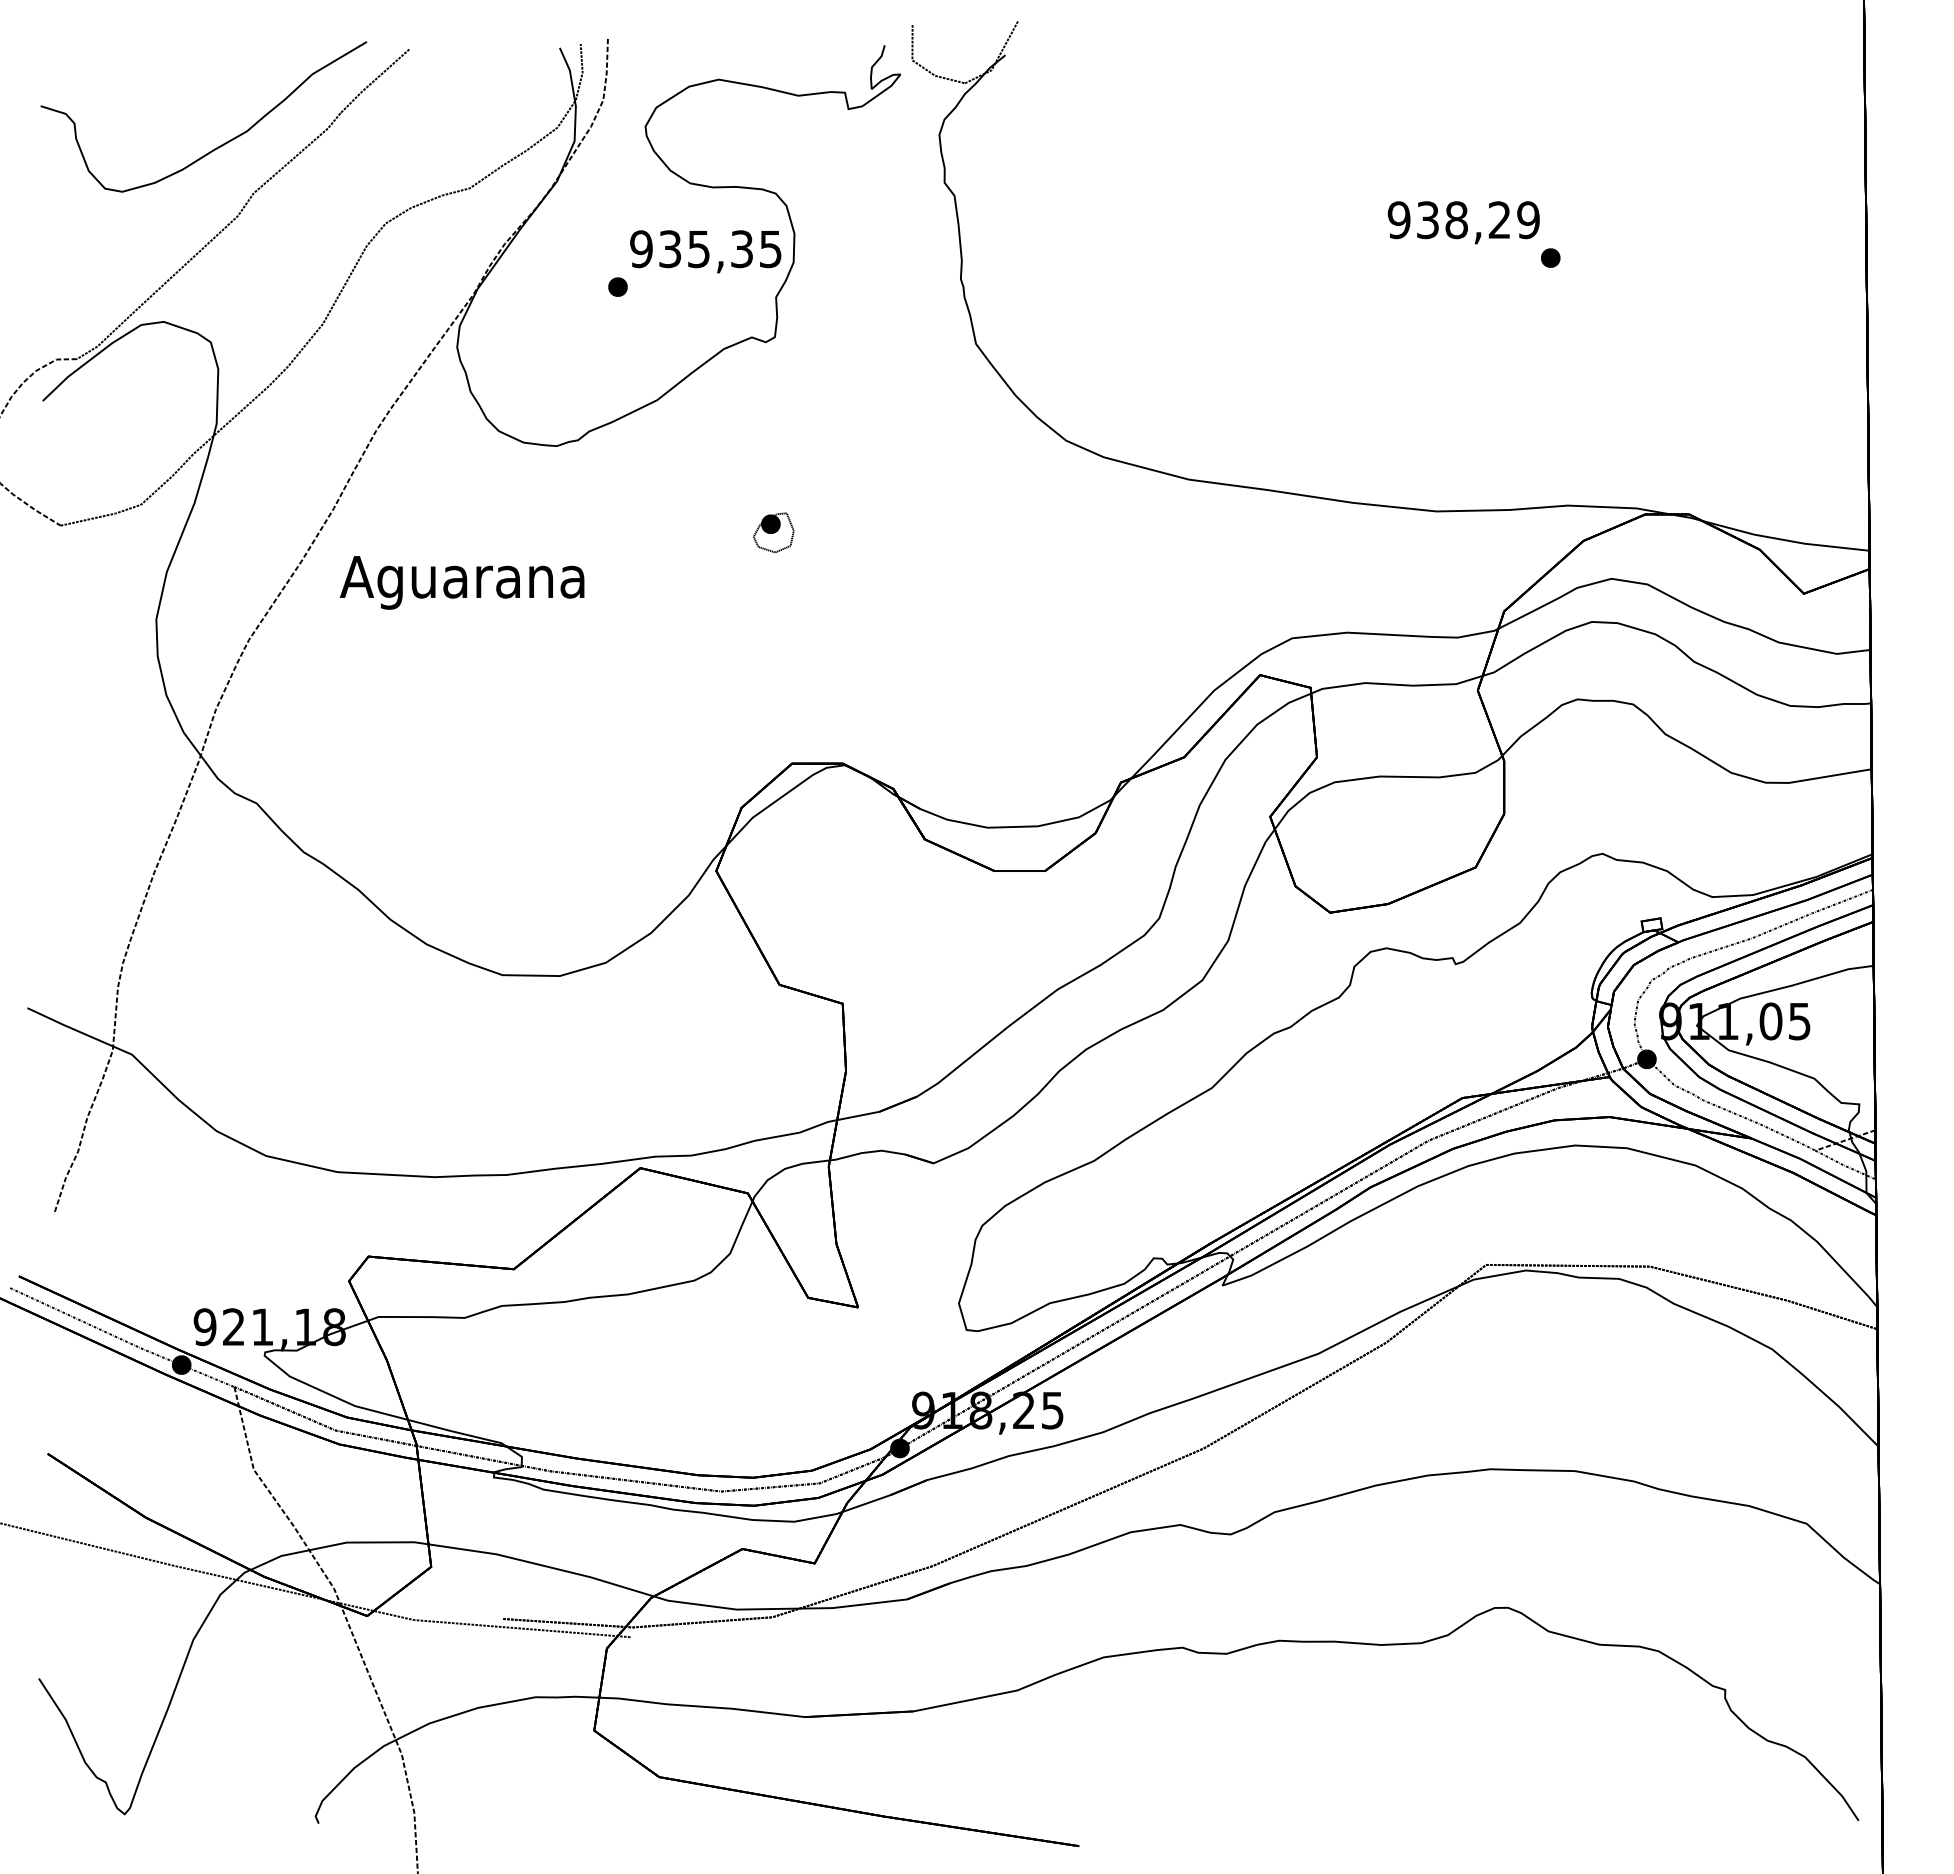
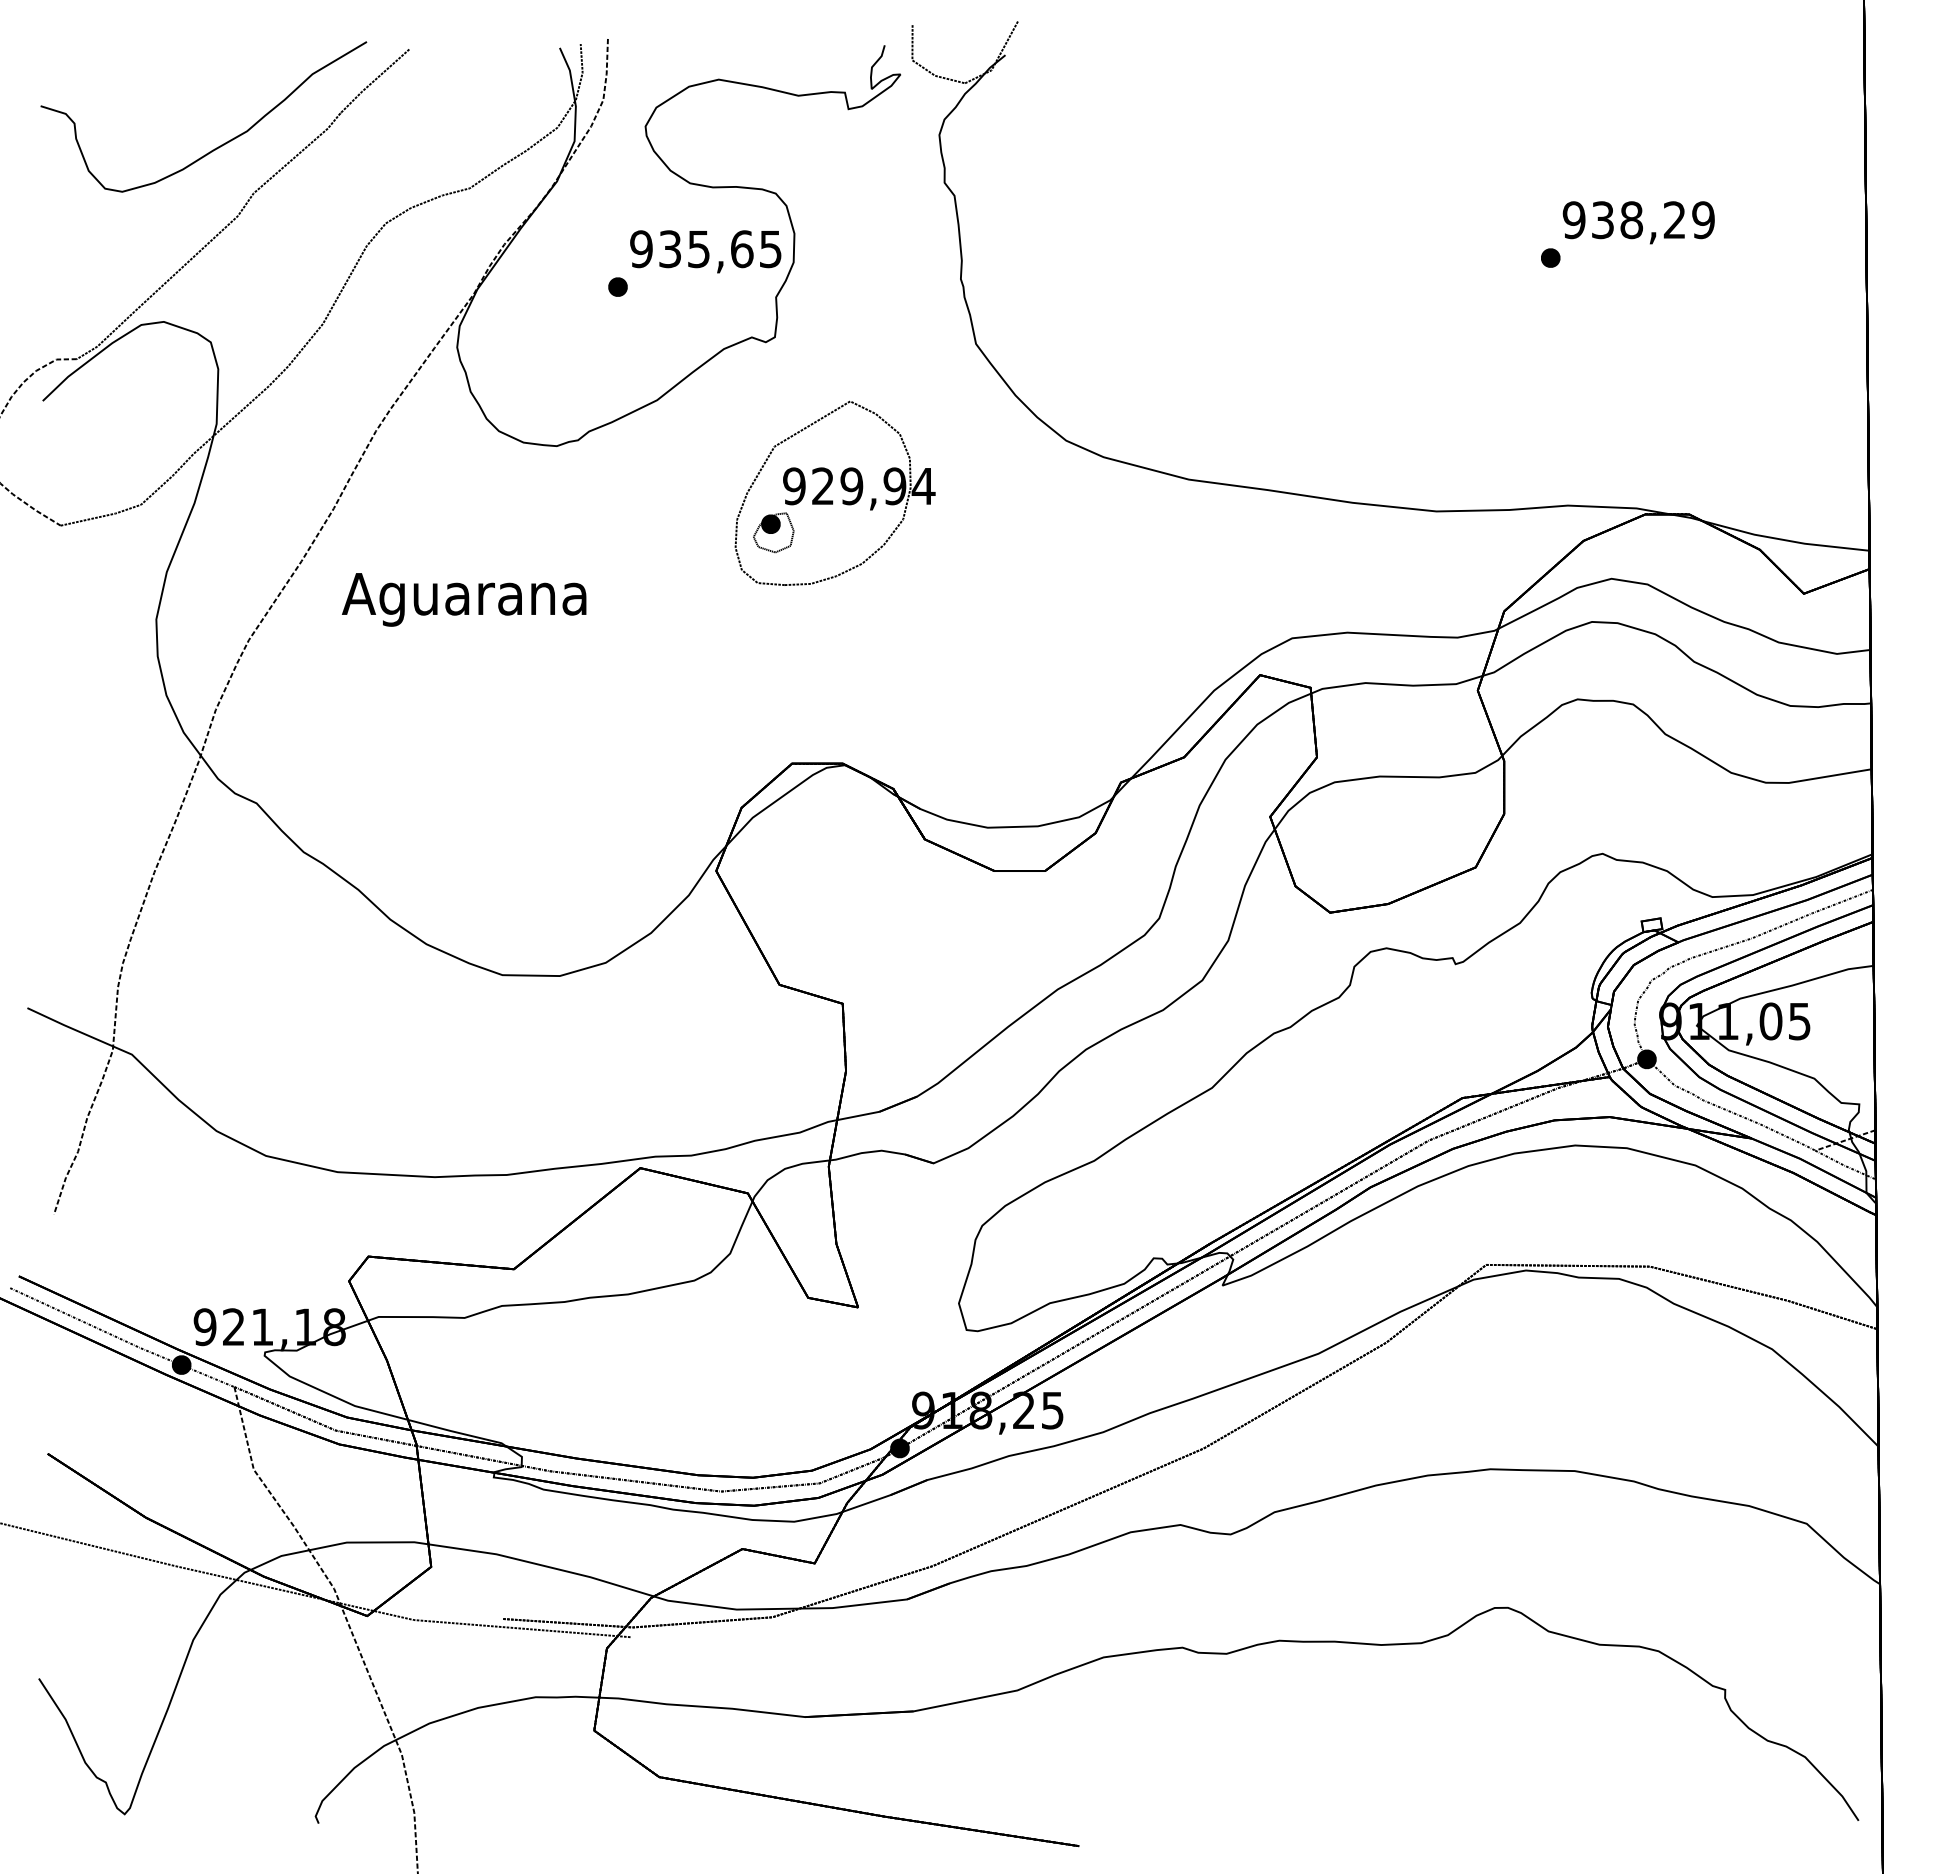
text at (1463, 222) position: (1463, 222) -> (1638, 222)
text at (742, 249): 935,35 -> 935,65
part at (828, 488): none -> present
text at (462, 582) position: (462, 582) -> (464, 599)
